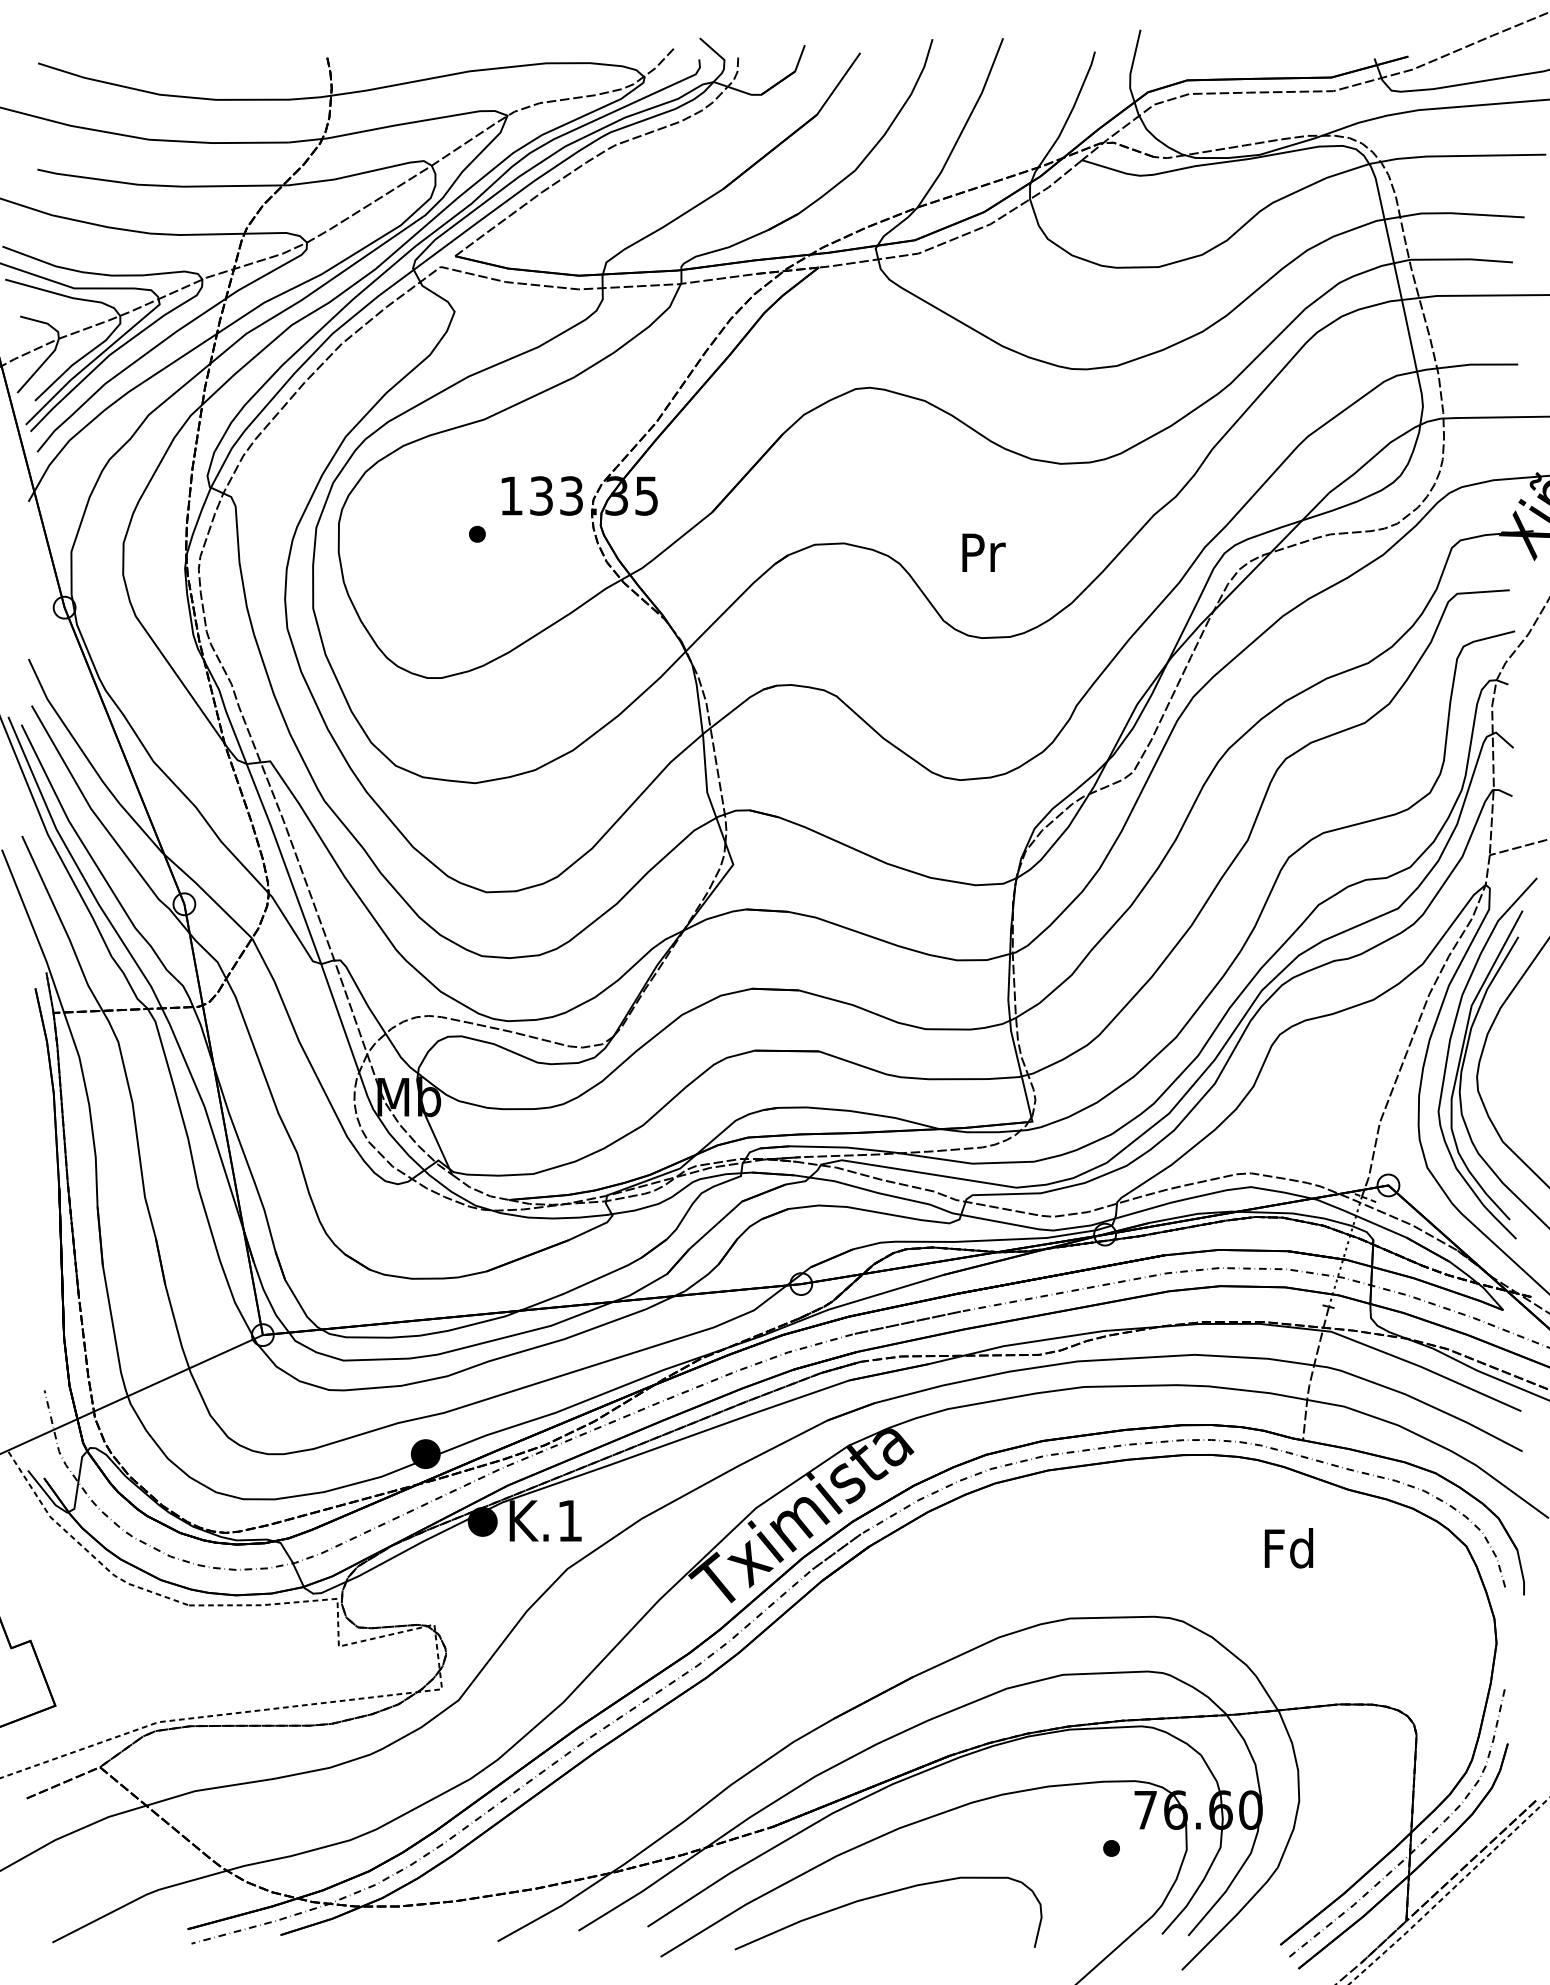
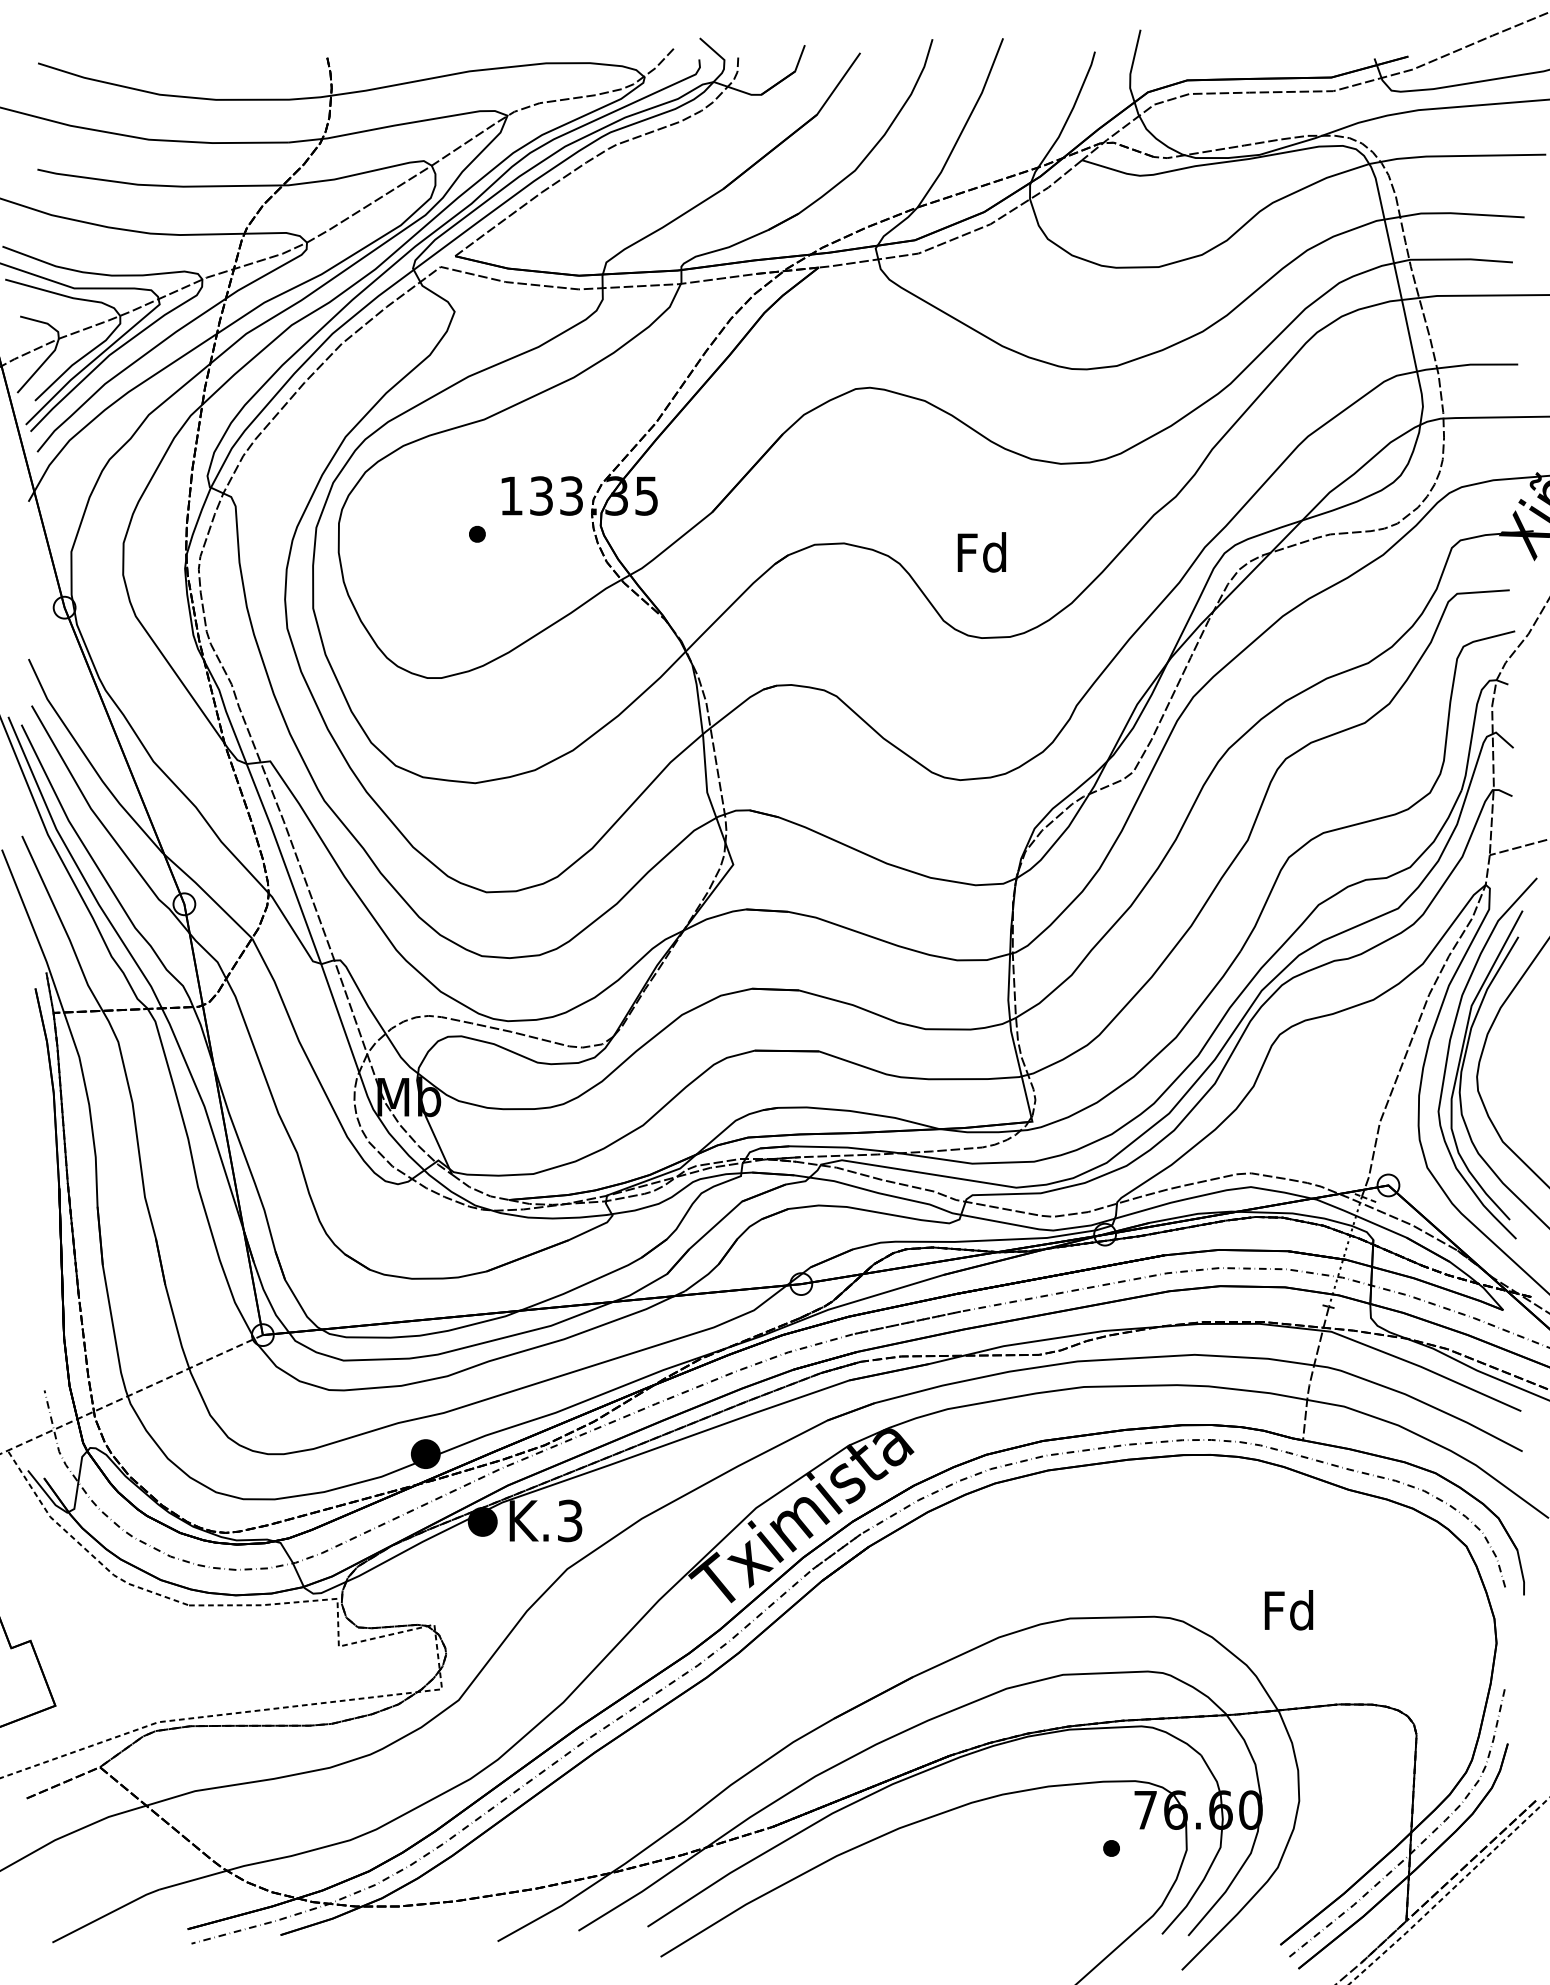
text at (981, 552): Pr -> Fd
line at (131, 1394): solid -> dashed
text at (570, 1520): K.1 -> K.3
text at (1288, 1548) position: (1288, 1548) -> (1288, 1610)
curve at (883, 1895): present -> none
